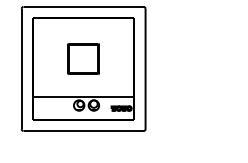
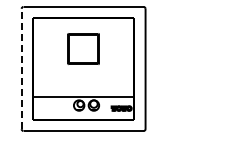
part at (83, 58) position: (83, 58) -> (83, 48)
line at (21, 68): solid -> dashed
